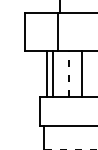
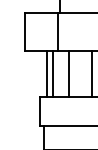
line at (69, 73): dashed -> solid
line at (81, 74) position: (81, 74) -> (91, 74)
line at (71, 149): dashed -> solid
